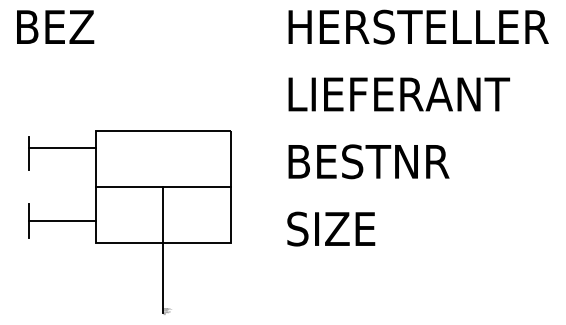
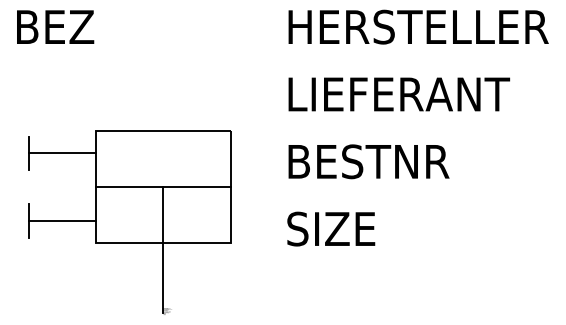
line at (62, 148) position: (62, 148) -> (62, 153)
